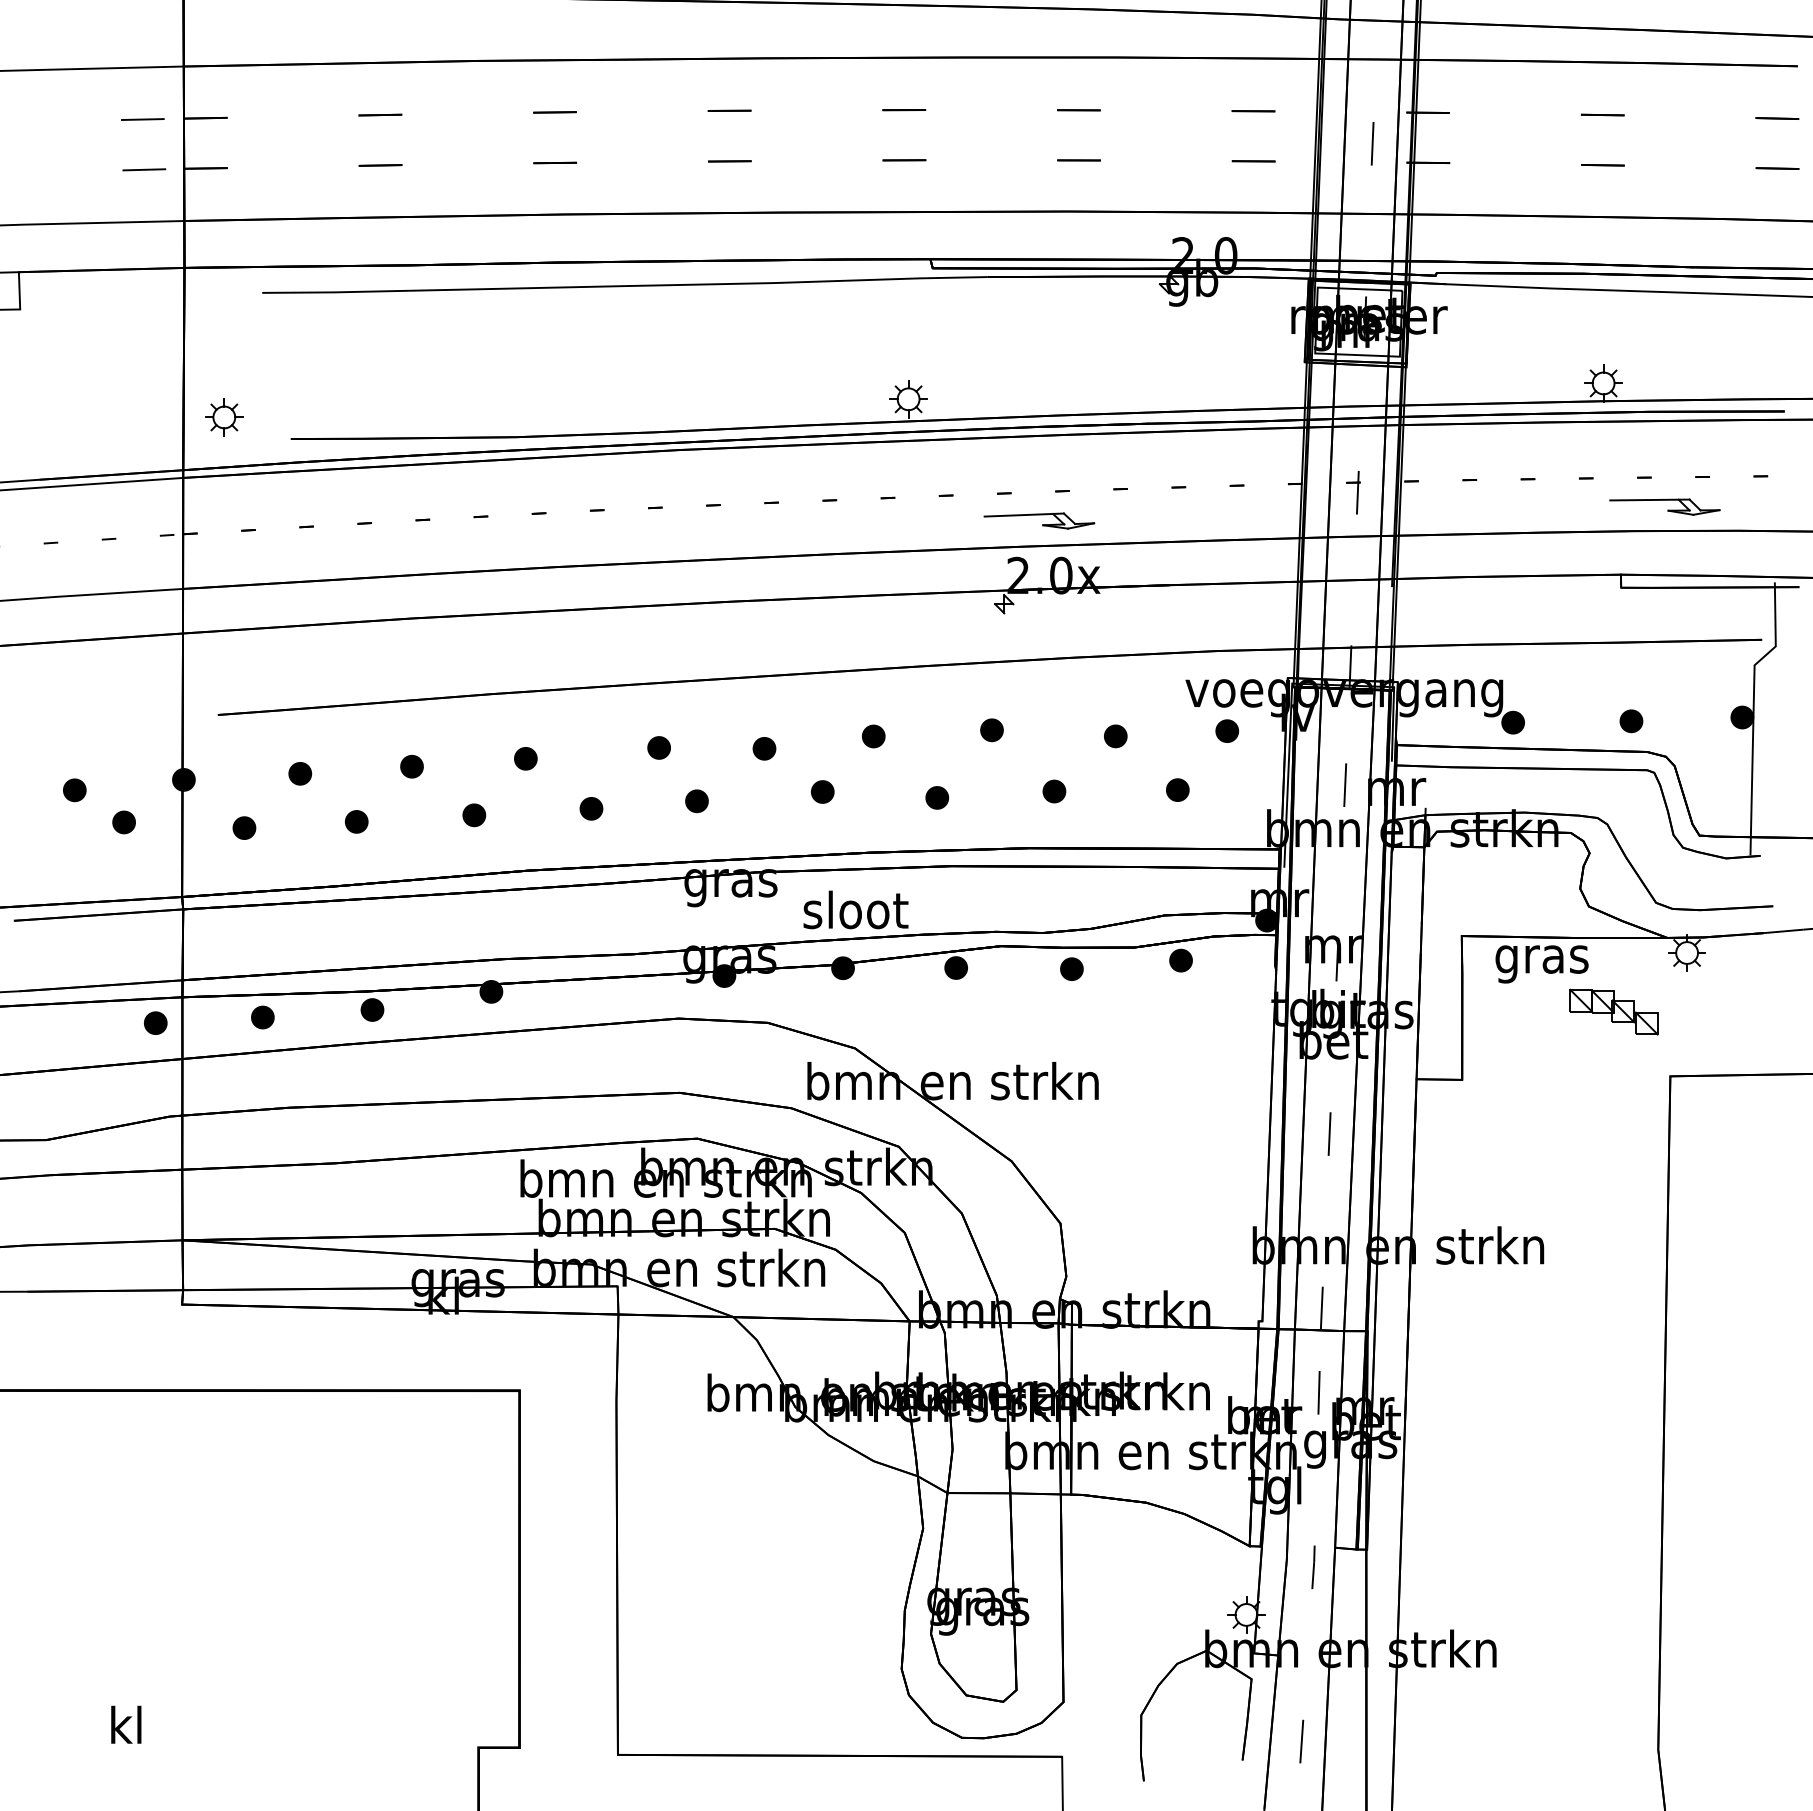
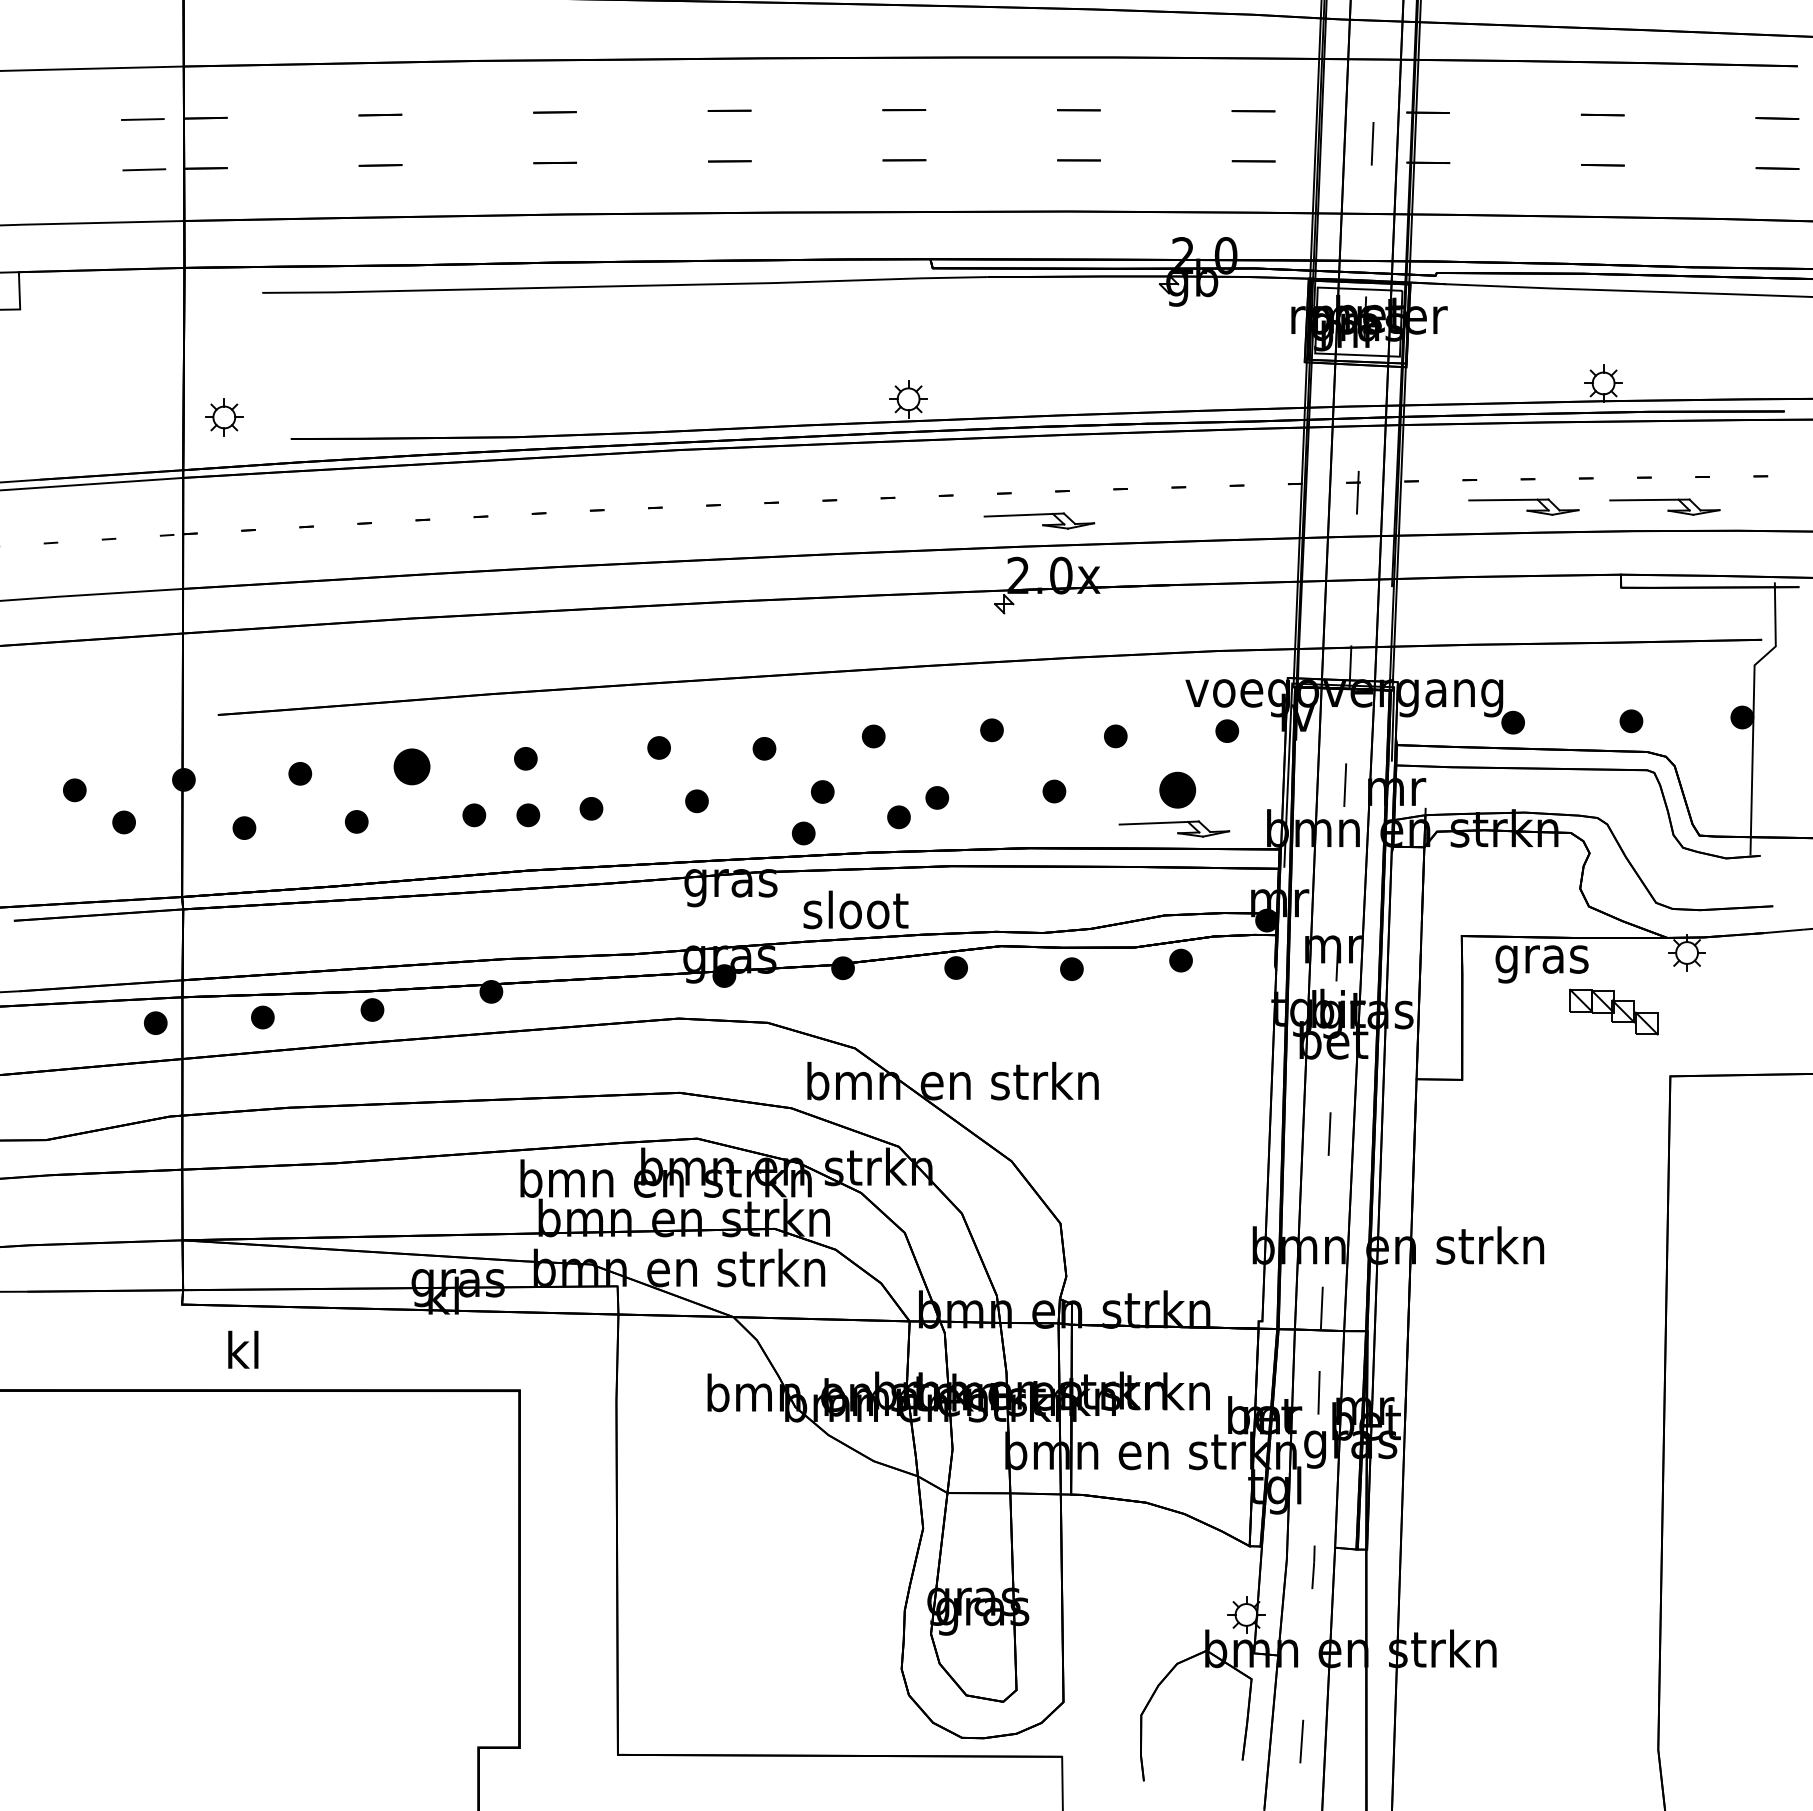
part at (1523, 506): none -> present
part at (411, 766) size: 24x25 px -> 38x38 px
part at (1177, 789) size: 24x24 px -> 38x38 px
part at (528, 815): none -> present
part at (898, 817): none -> present
part at (1174, 828): none -> present
part at (803, 833): none -> present
text at (126, 1724) position: (126, 1724) -> (243, 1349)
